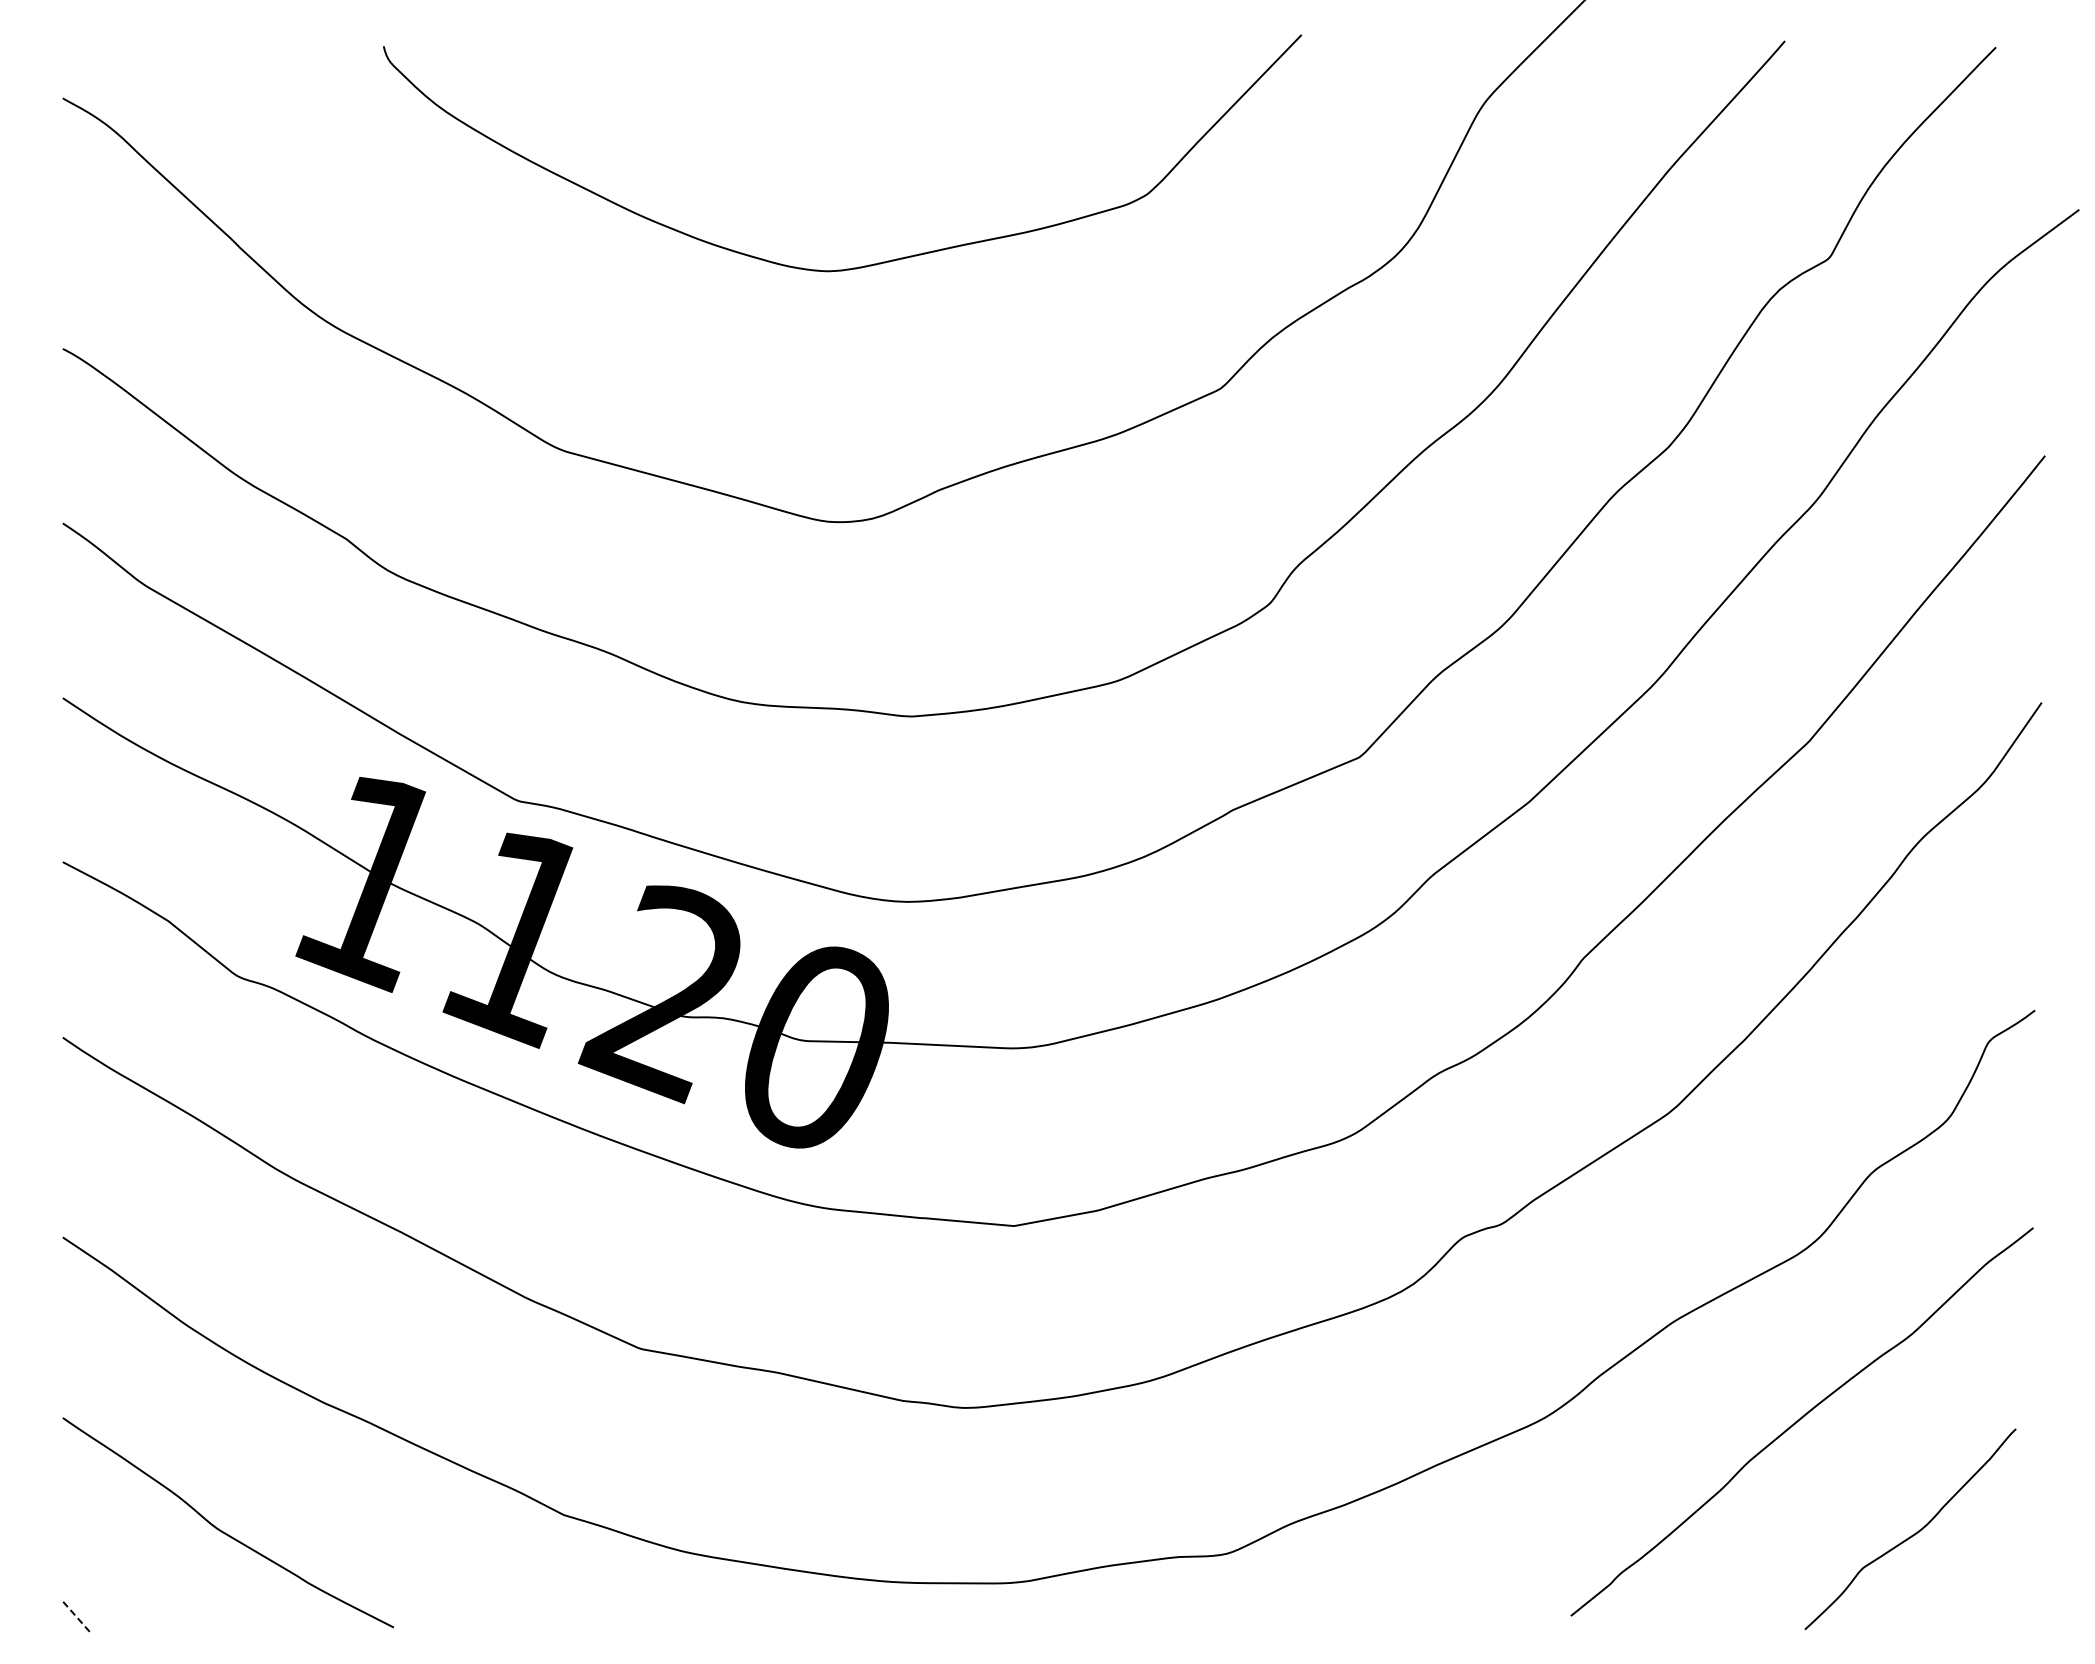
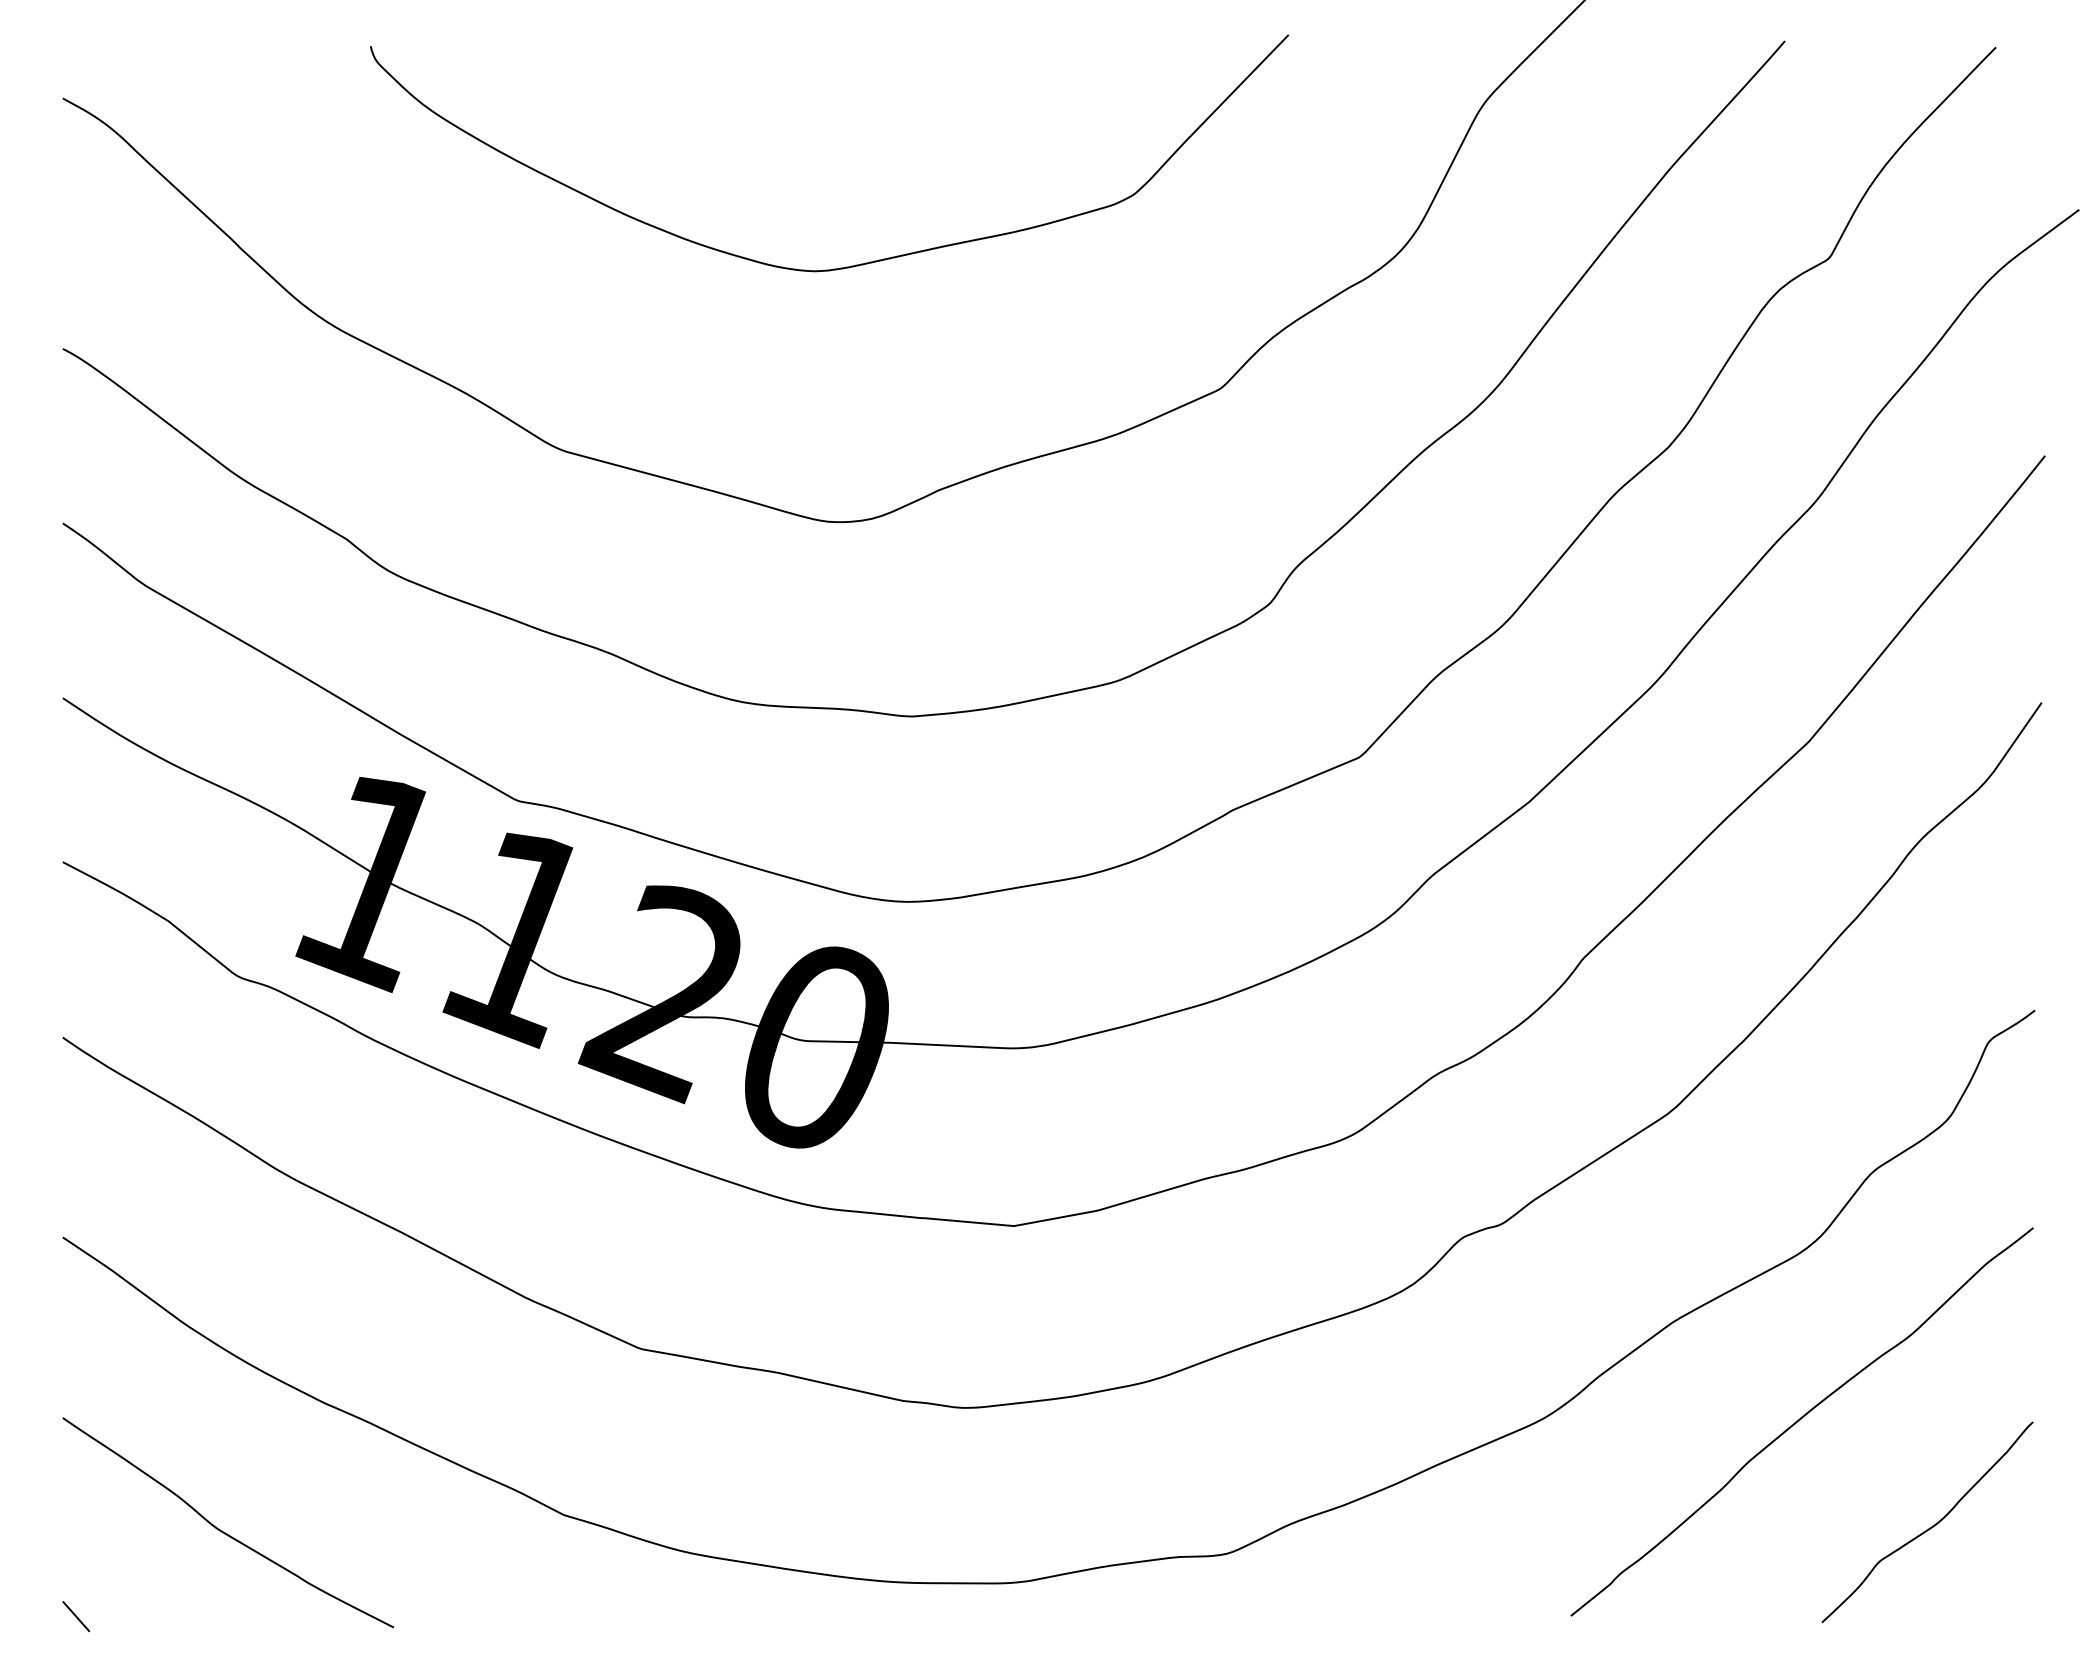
curve at (864, 265) position: (864, 265) -> (851, 265)
curve at (1912, 1534) position: (1912, 1534) -> (1929, 1527)
line at (75, 1616): dashed -> solid
